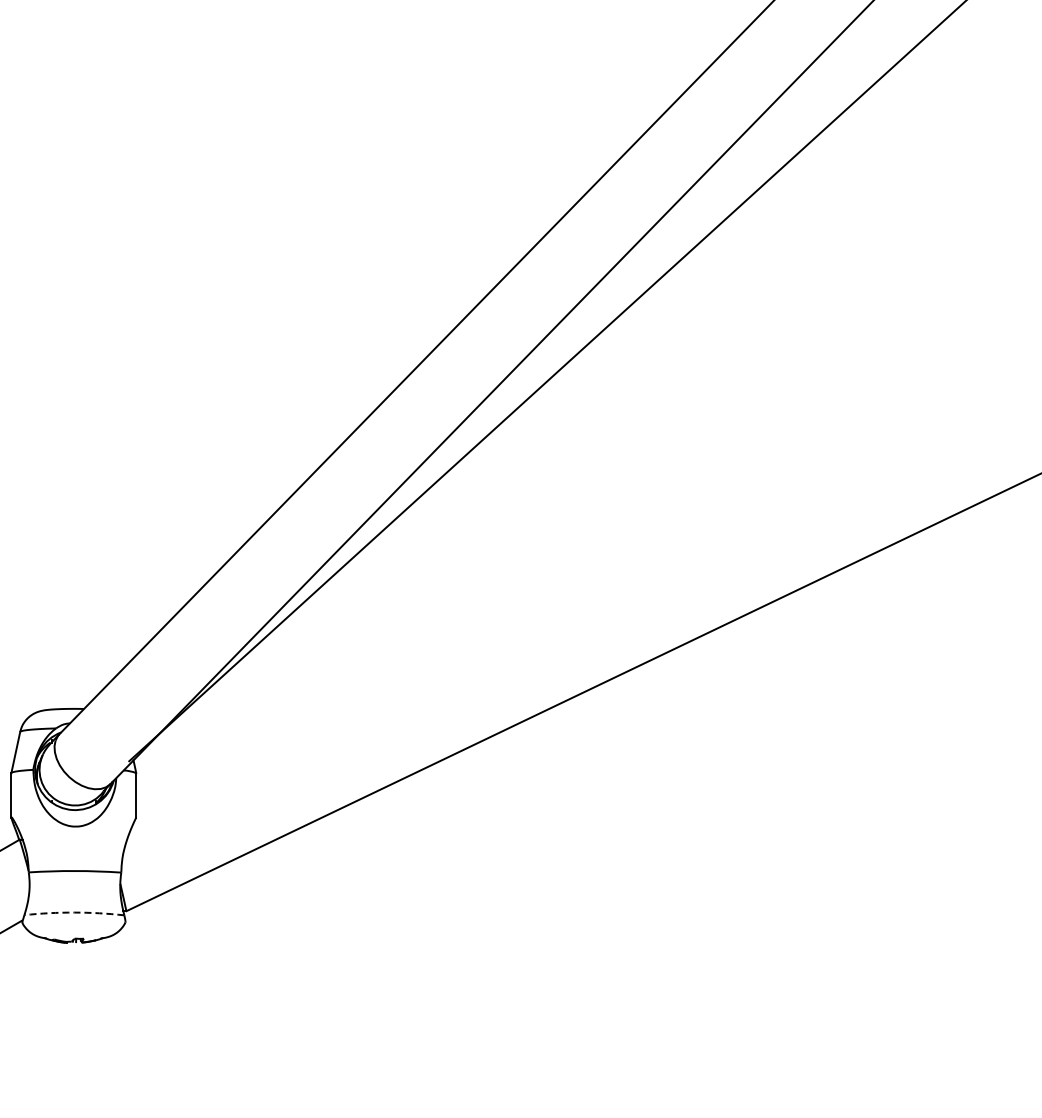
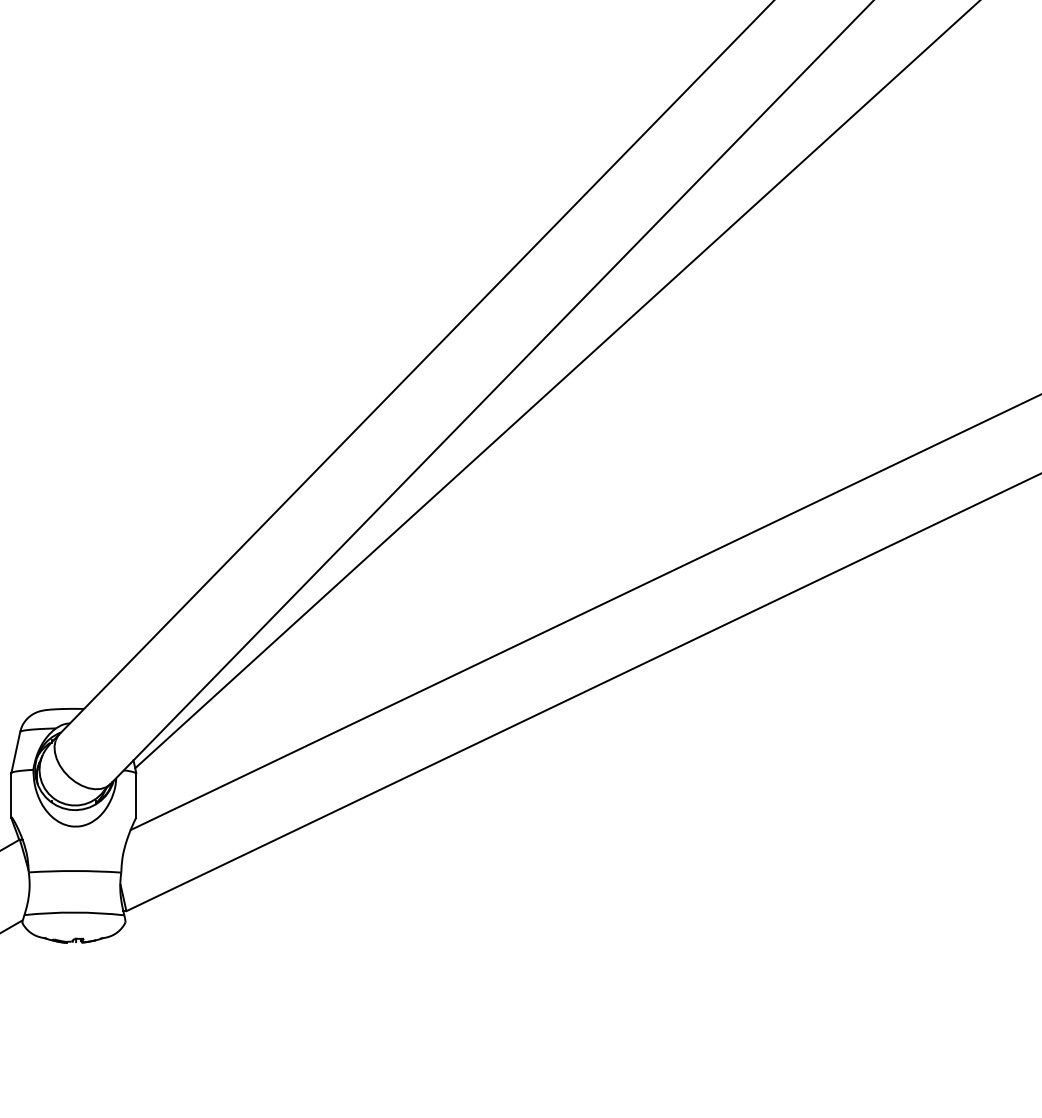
line at (546, 381) position: (546, 381) -> (556, 385)
line at (584, 612): none -> present
arc at (74, 912): dashed -> solid
